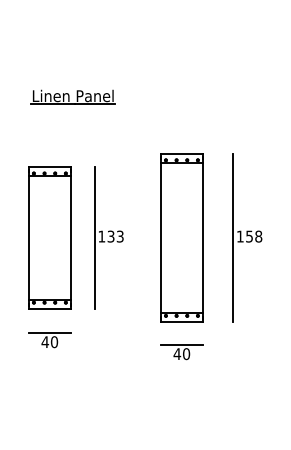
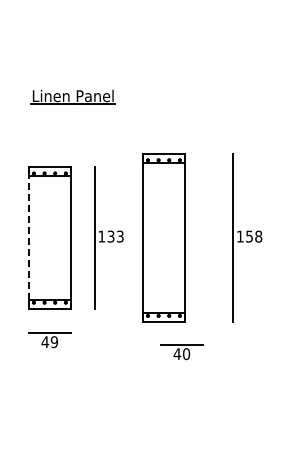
part at (181, 237) position: (181, 237) -> (163, 237)
line at (28, 238): solid -> dashed
text at (53, 342): 40 -> 49
